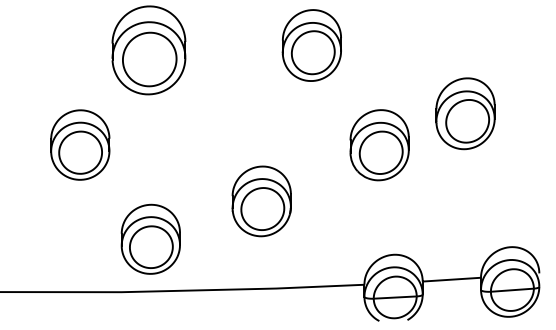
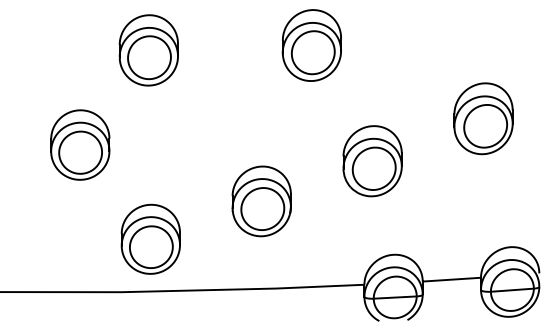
part at (148, 50) size: 76x91 px -> 61x73 px
part at (465, 113) position: (465, 113) -> (483, 118)
part at (379, 145) position: (379, 145) -> (372, 161)
